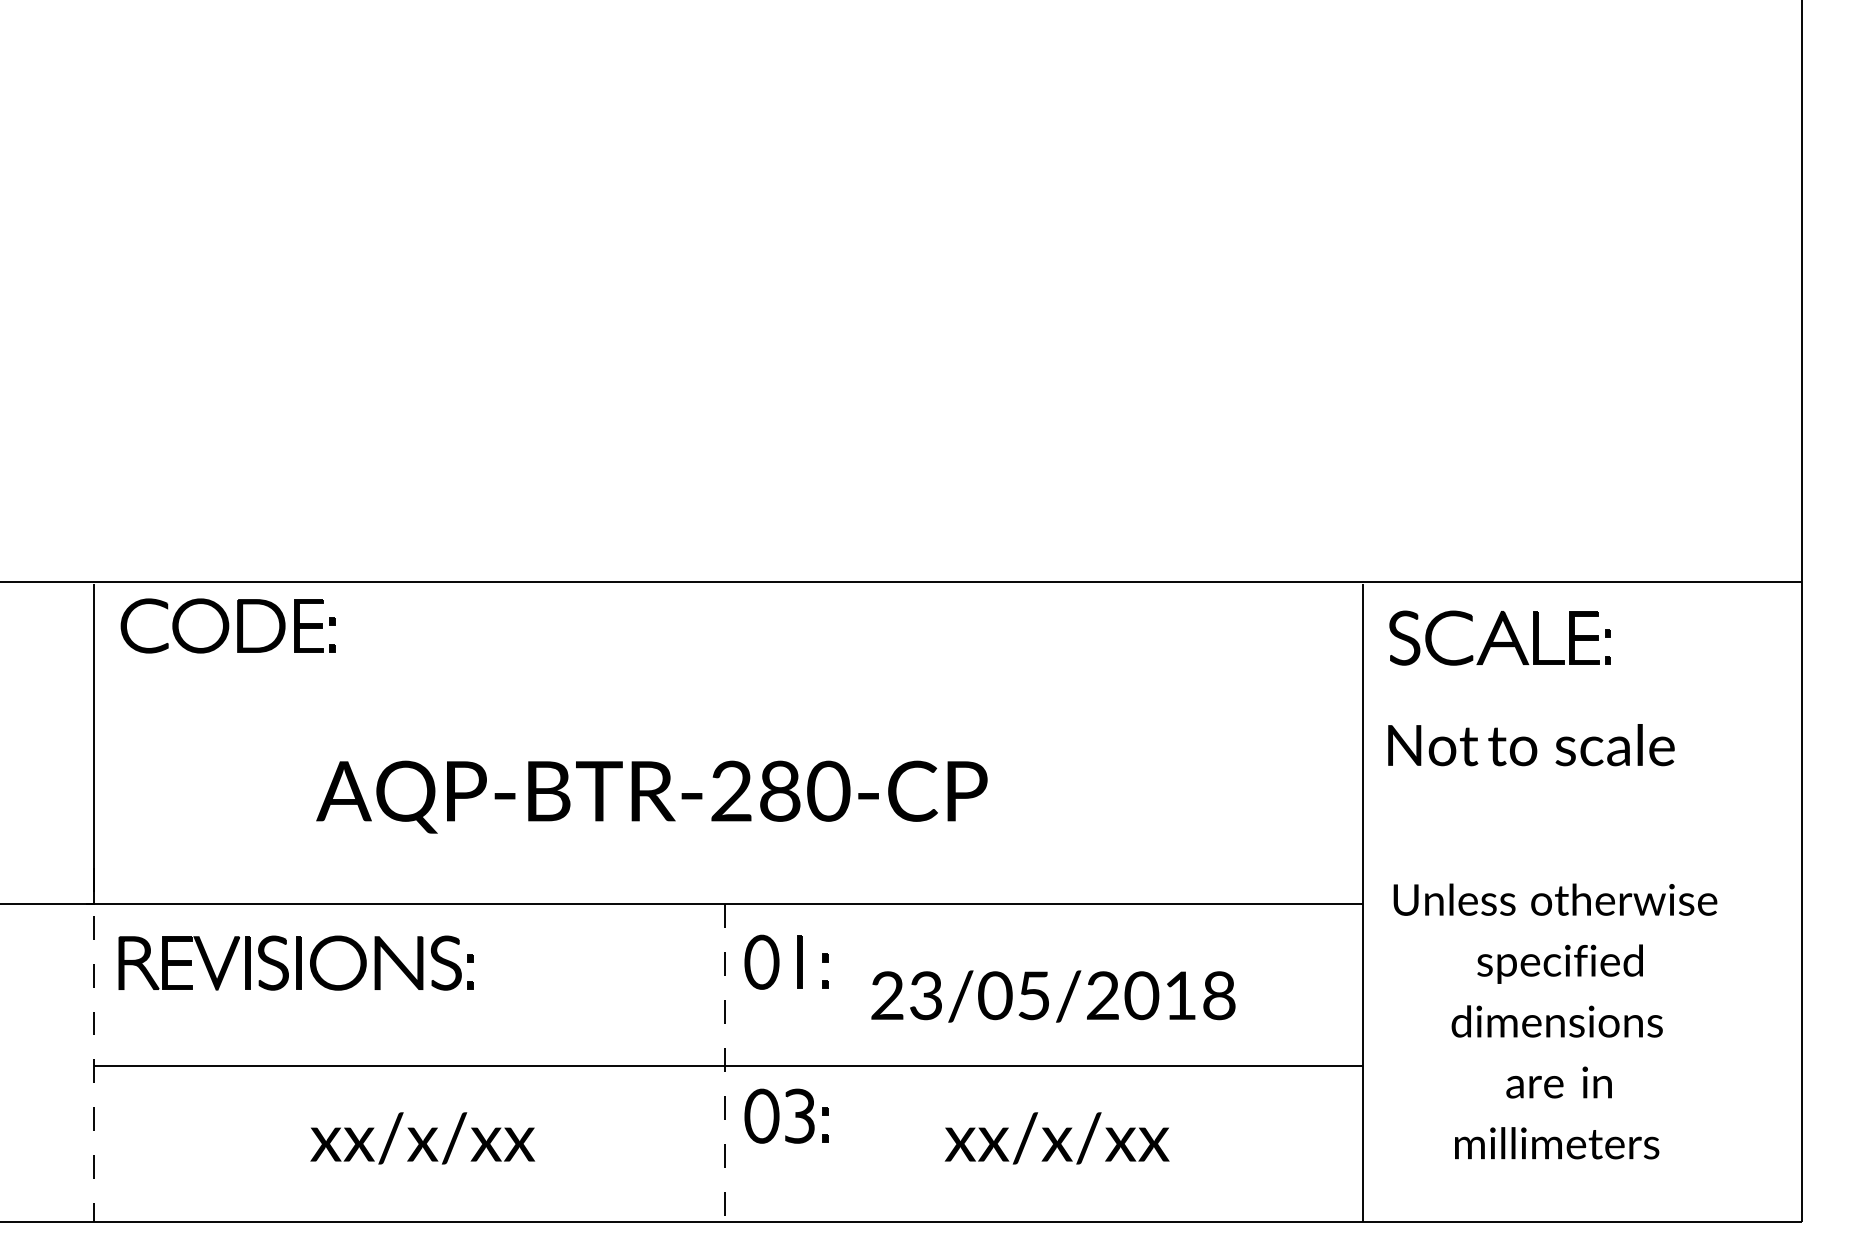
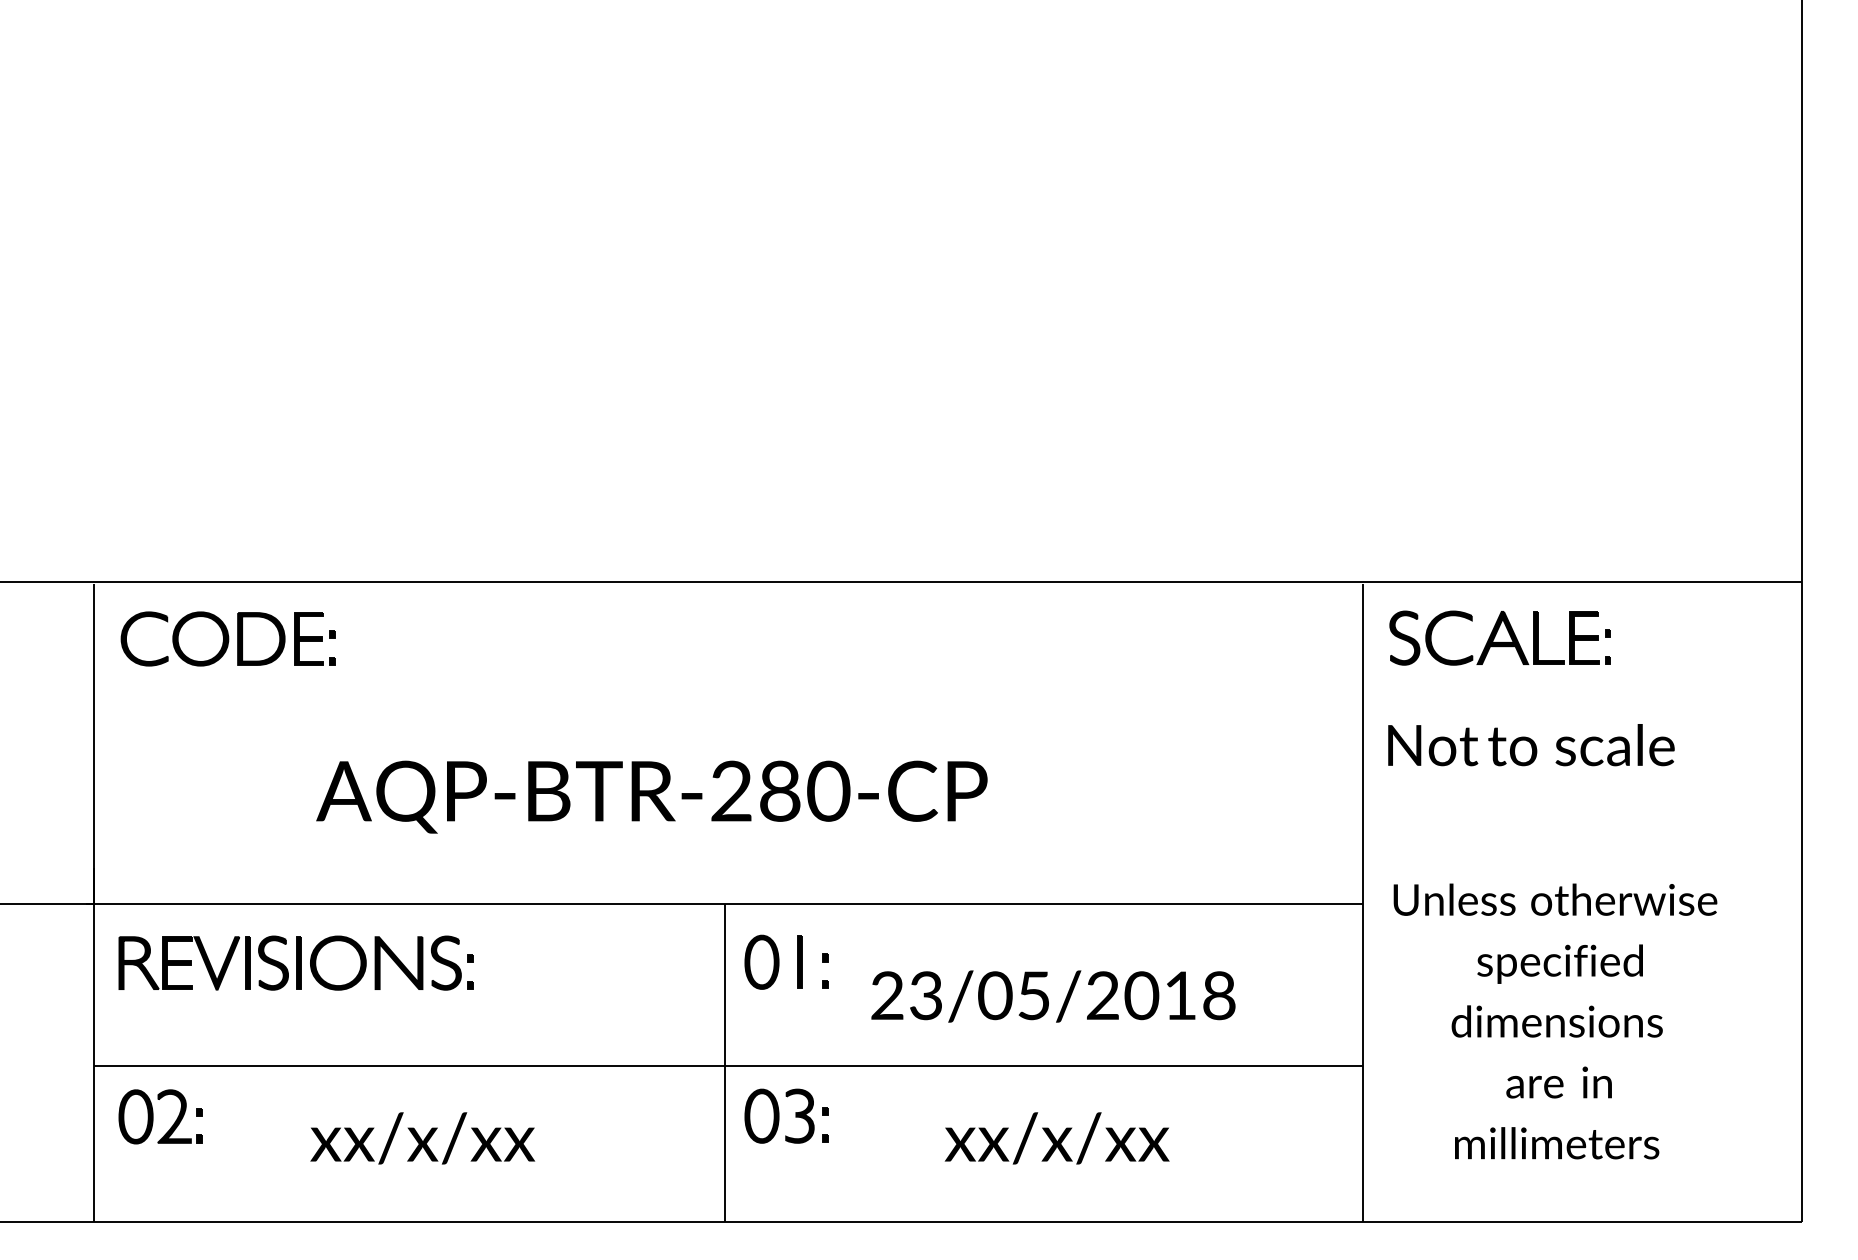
part at (227, 625) position: (227, 625) -> (227, 638)
line at (94, 1045): dashed -> solid
line at (724, 1063): dashed -> solid
part at (153, 1116): none -> present
